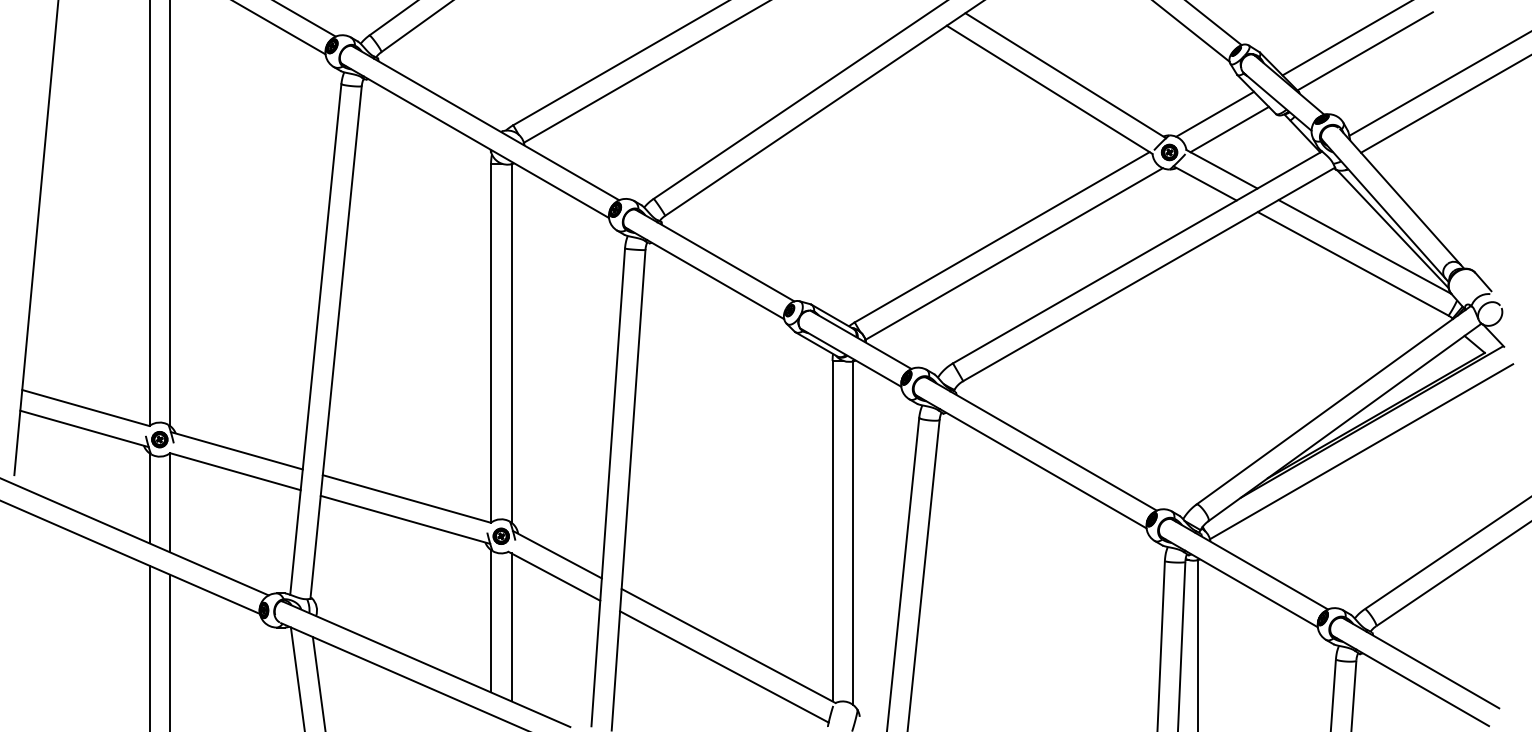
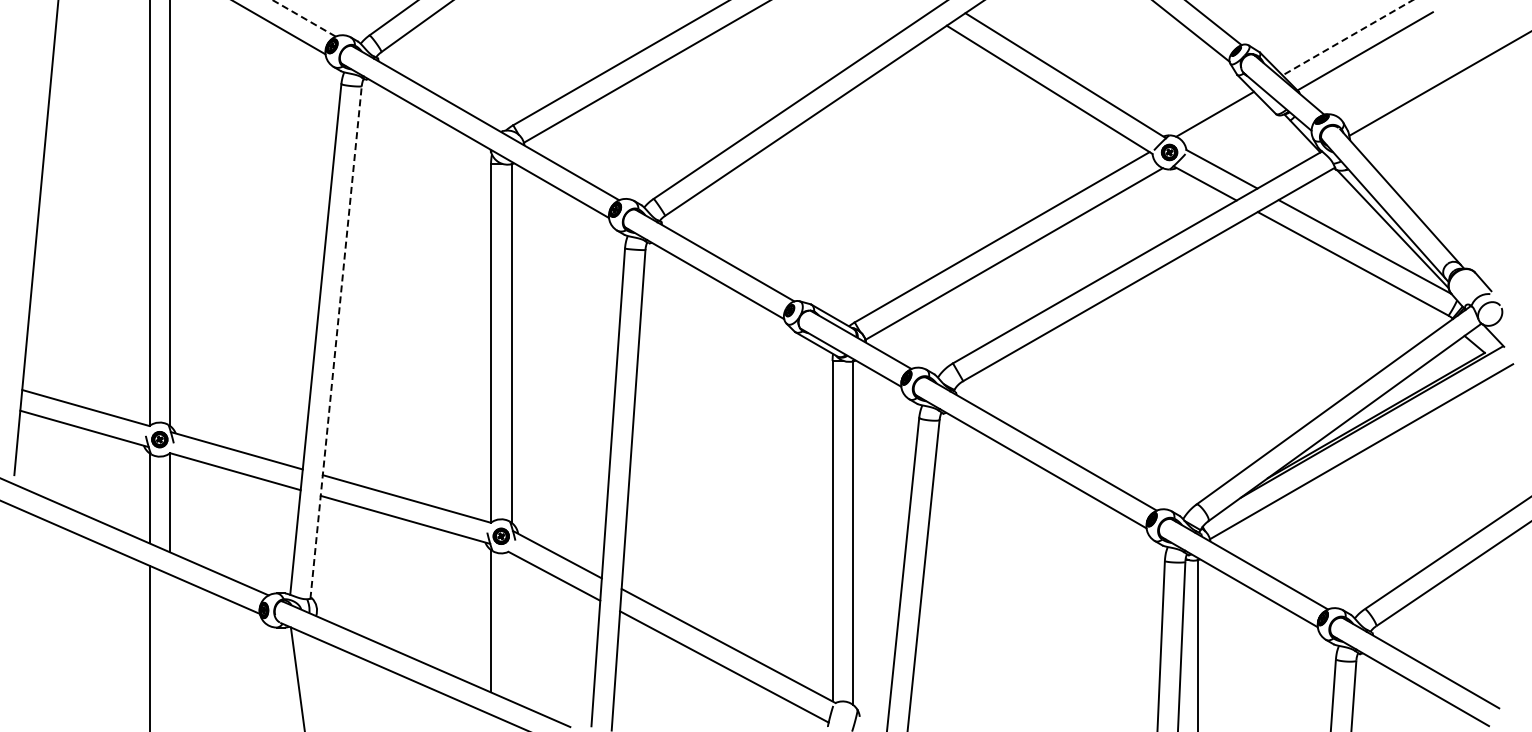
line at (303, 18): solid -> dashed
line at (1347, 38): solid -> dashed
line at (1444, 104): present -> none
line at (1229, 129): present -> none
line at (336, 342): solid -> dashed
line at (511, 627): present -> none
line at (170, 651): present -> none
line at (318, 682): present -> none
